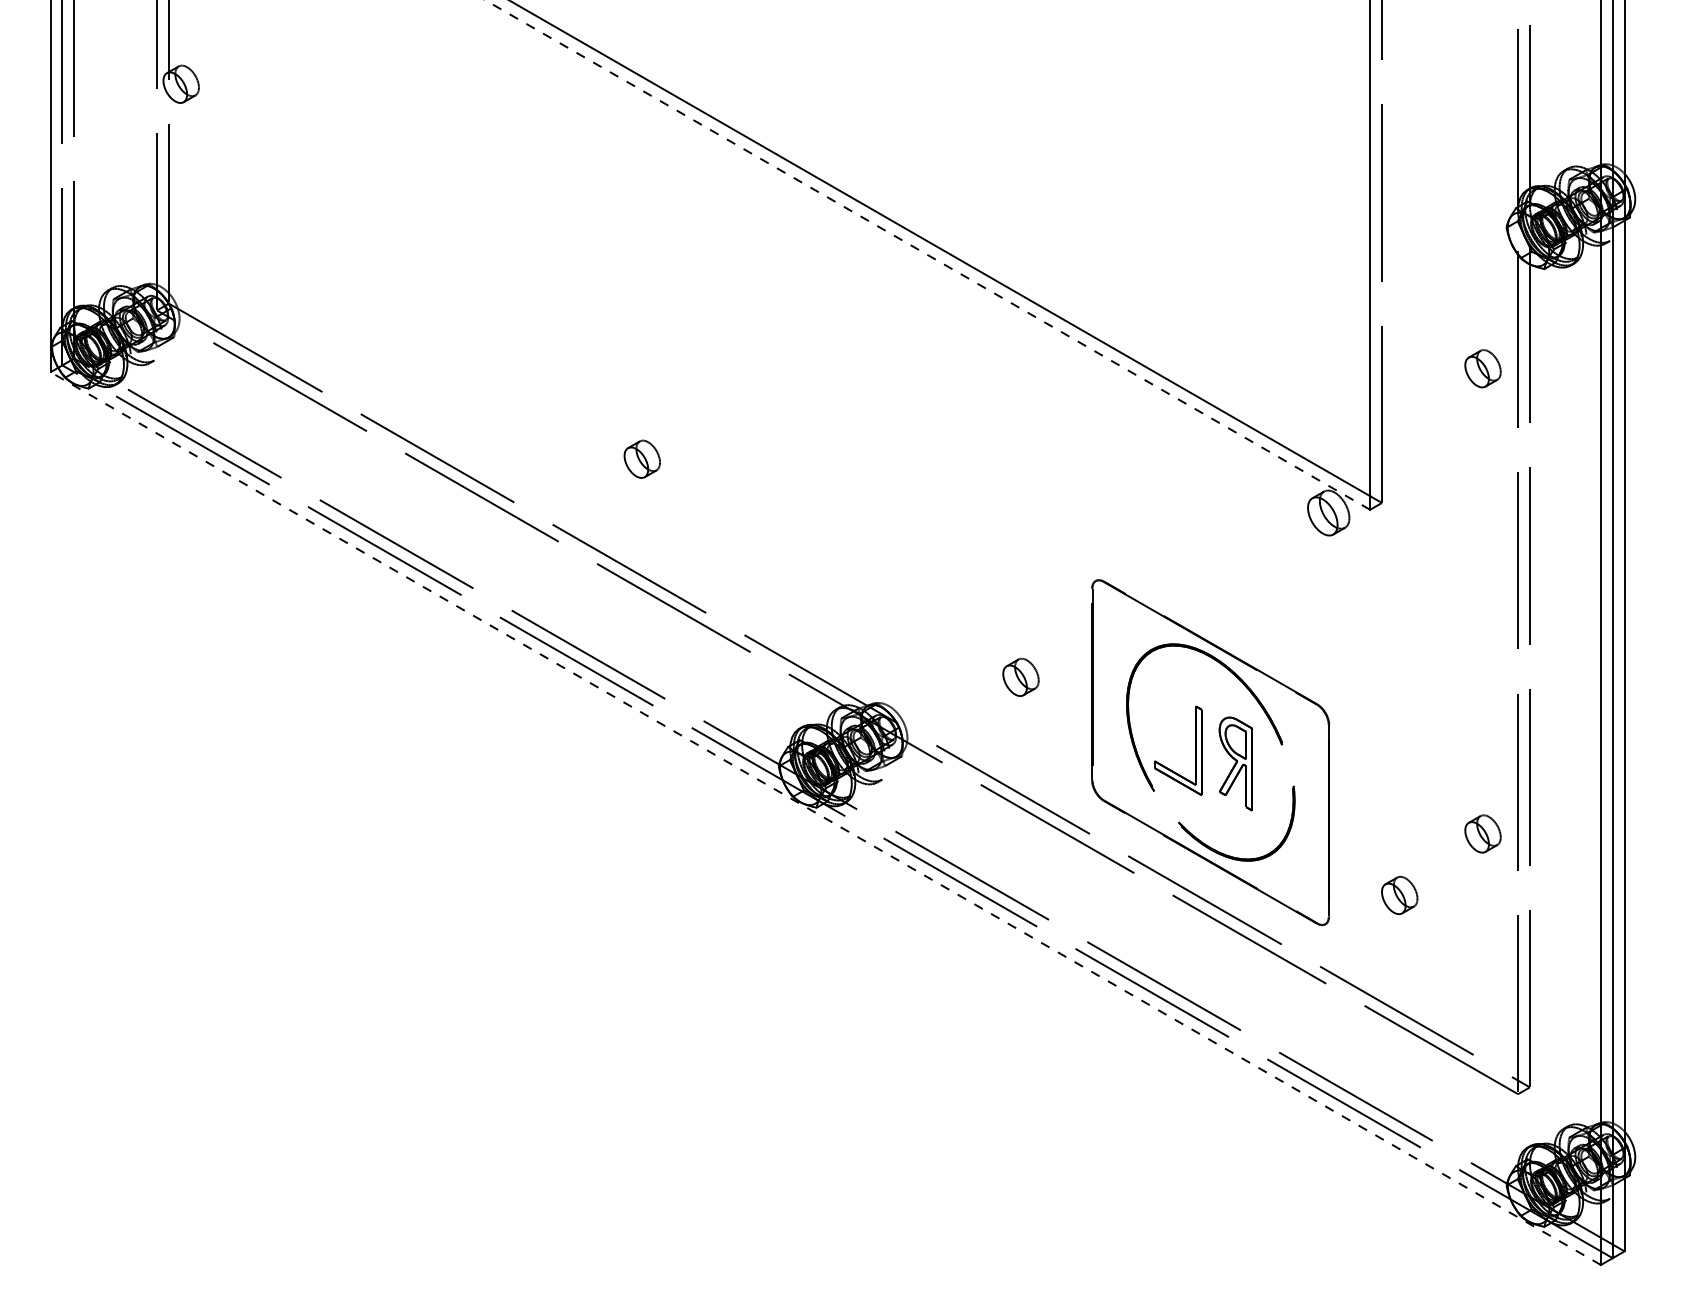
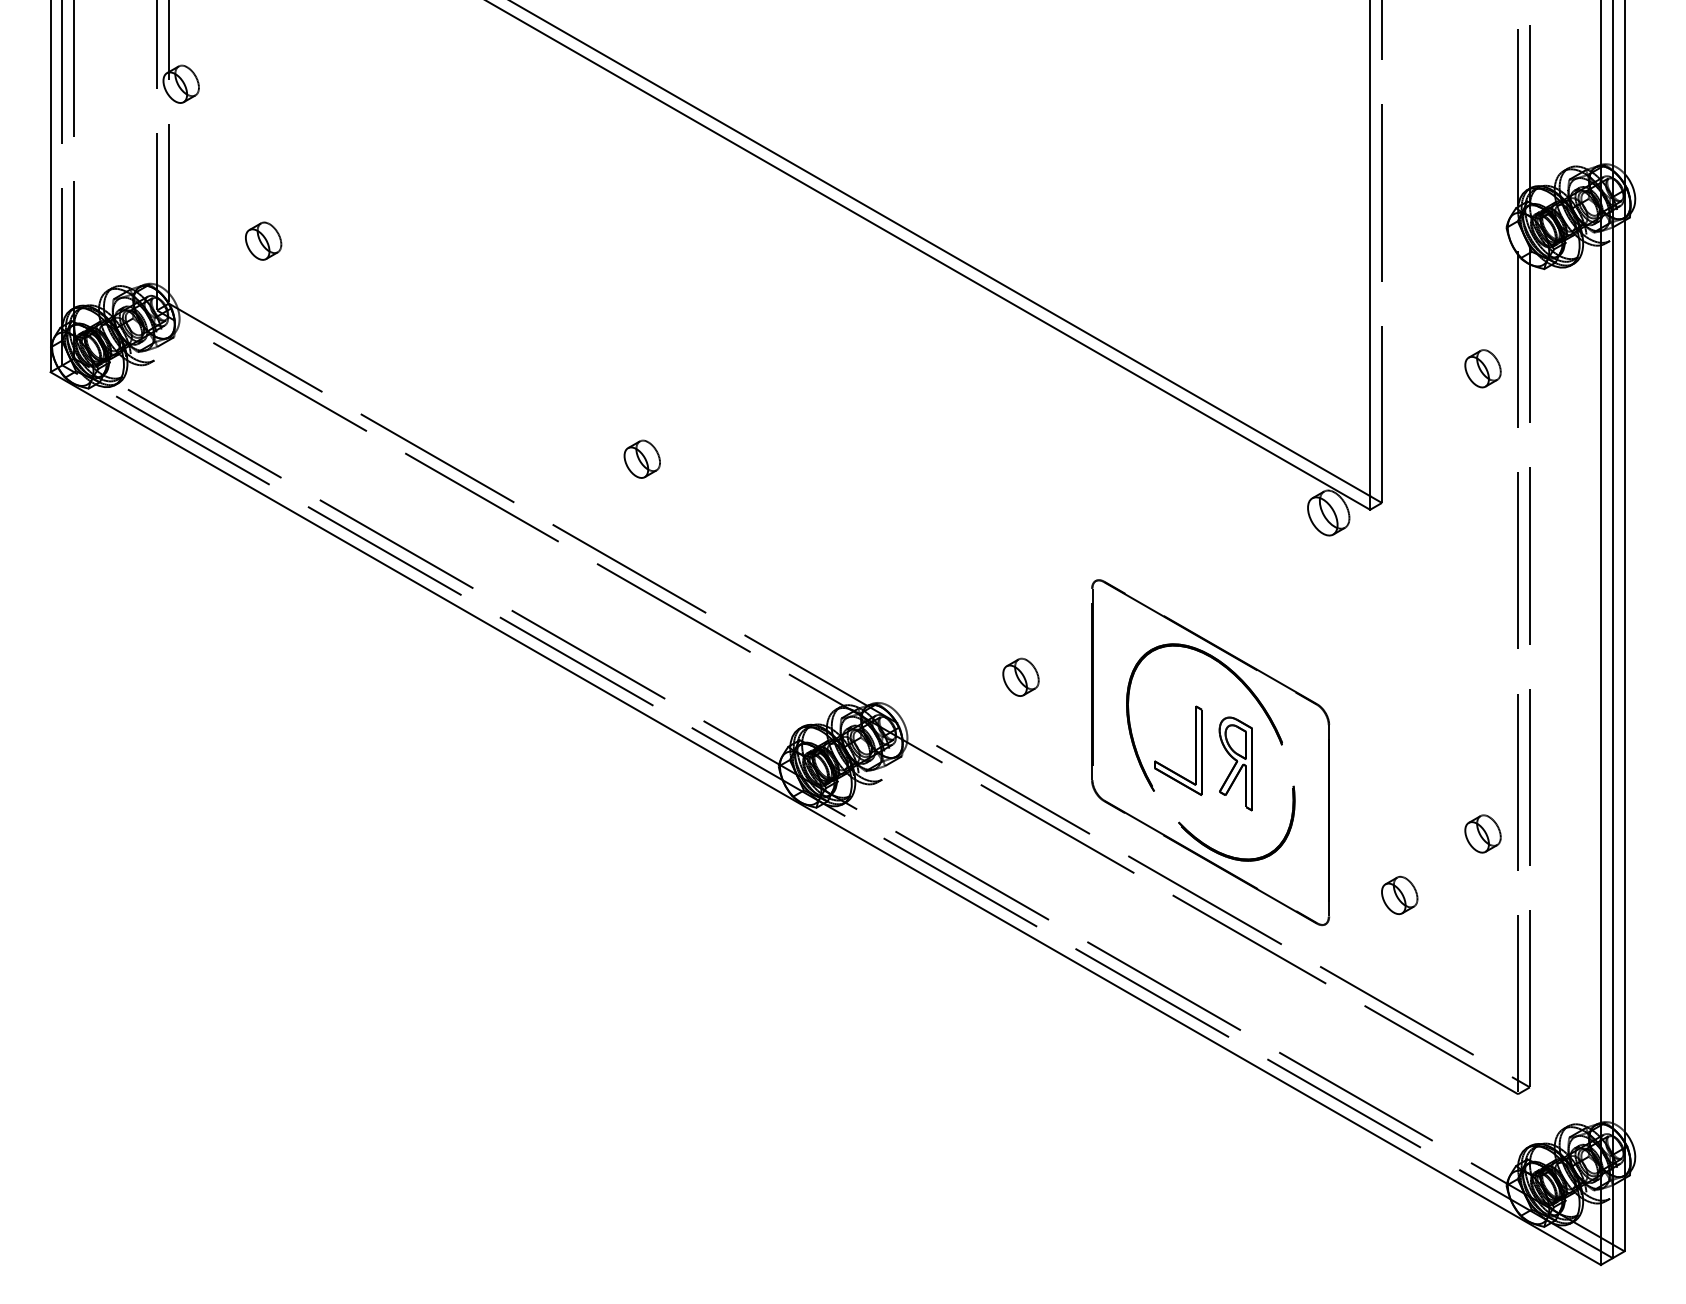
part at (263, 240): none -> present
line at (927, 254): dashed -> solid
line at (825, 818): dashed -> solid
